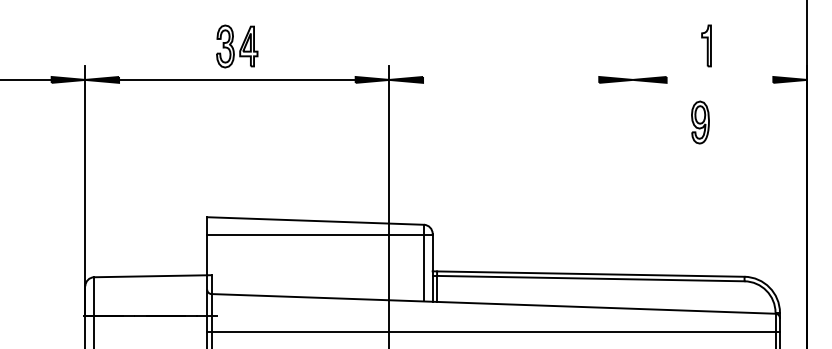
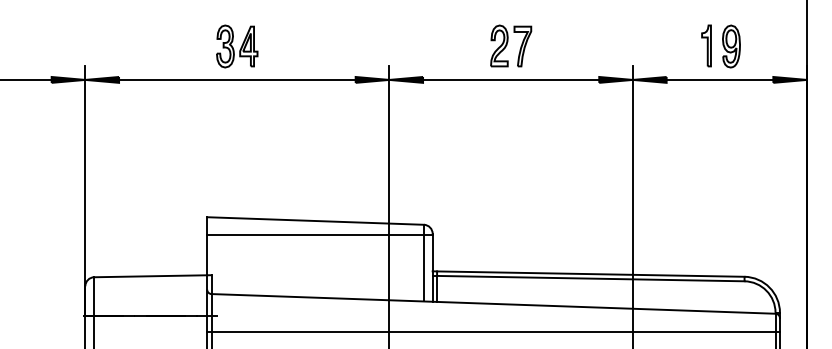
part at (511, 45): none -> present
line at (511, 79): none -> present
line at (719, 79): none -> present
part at (700, 122) position: (700, 122) -> (731, 46)
line at (632, 205): none -> present
